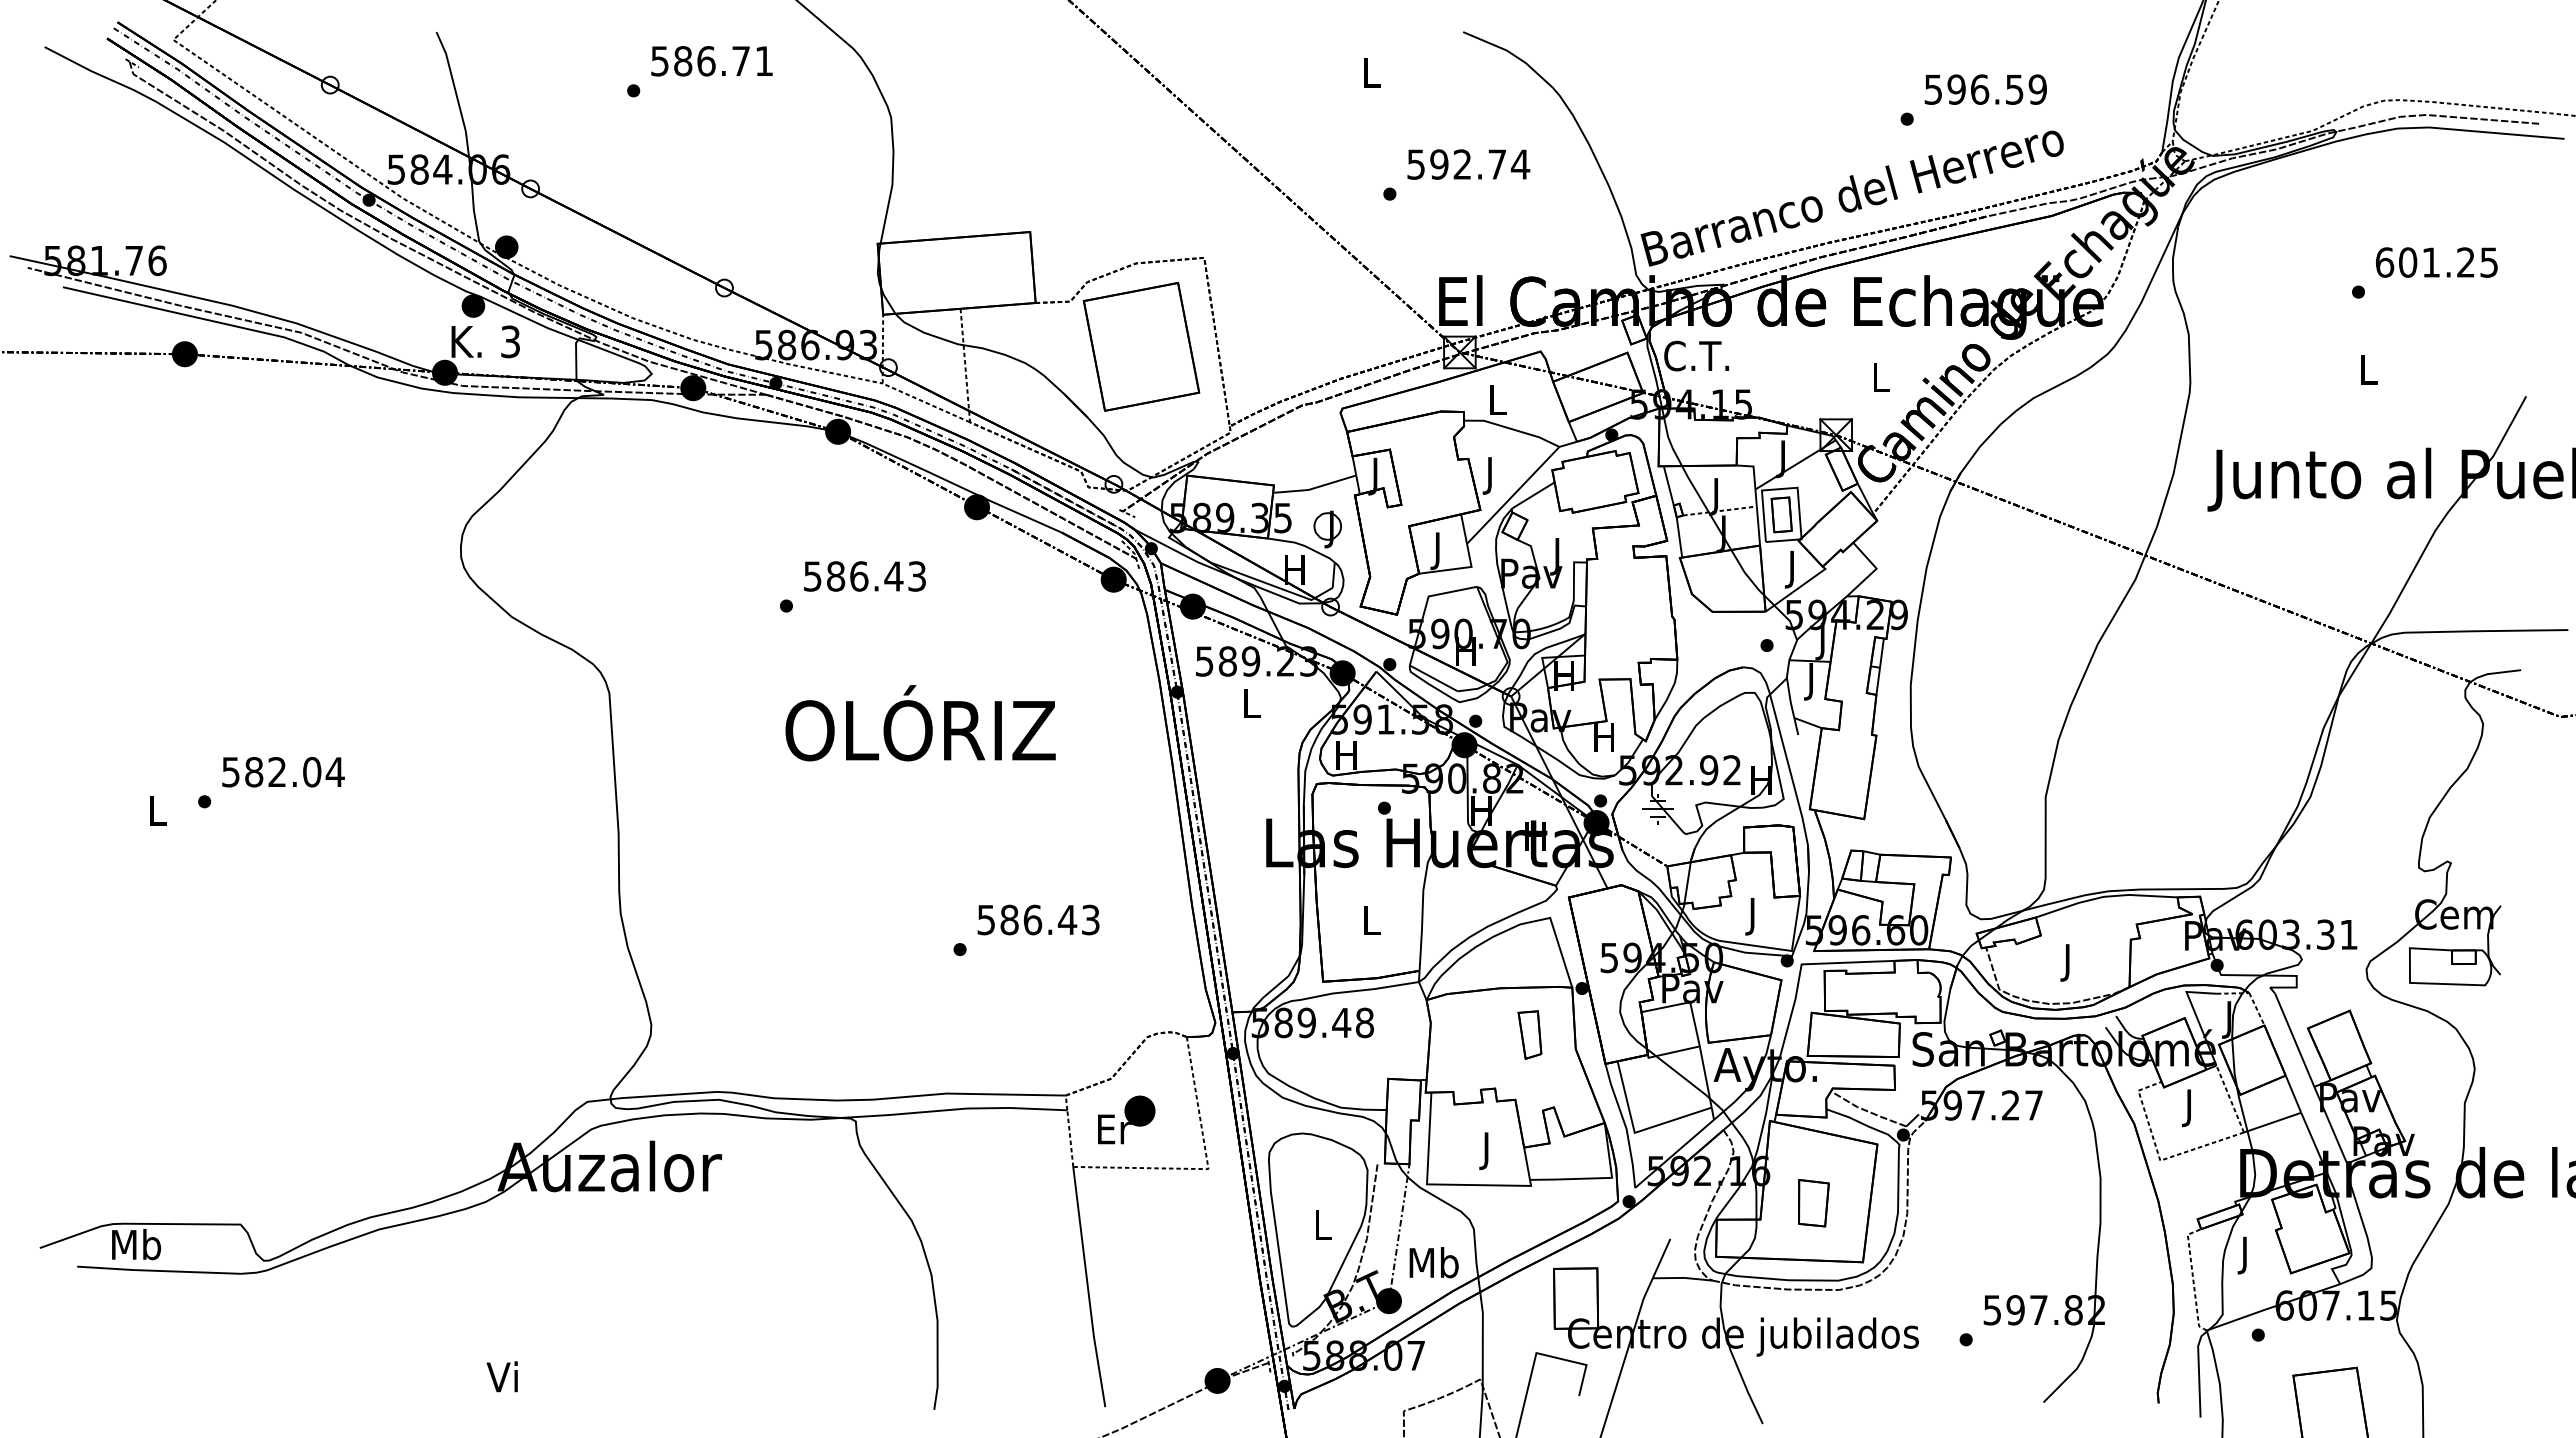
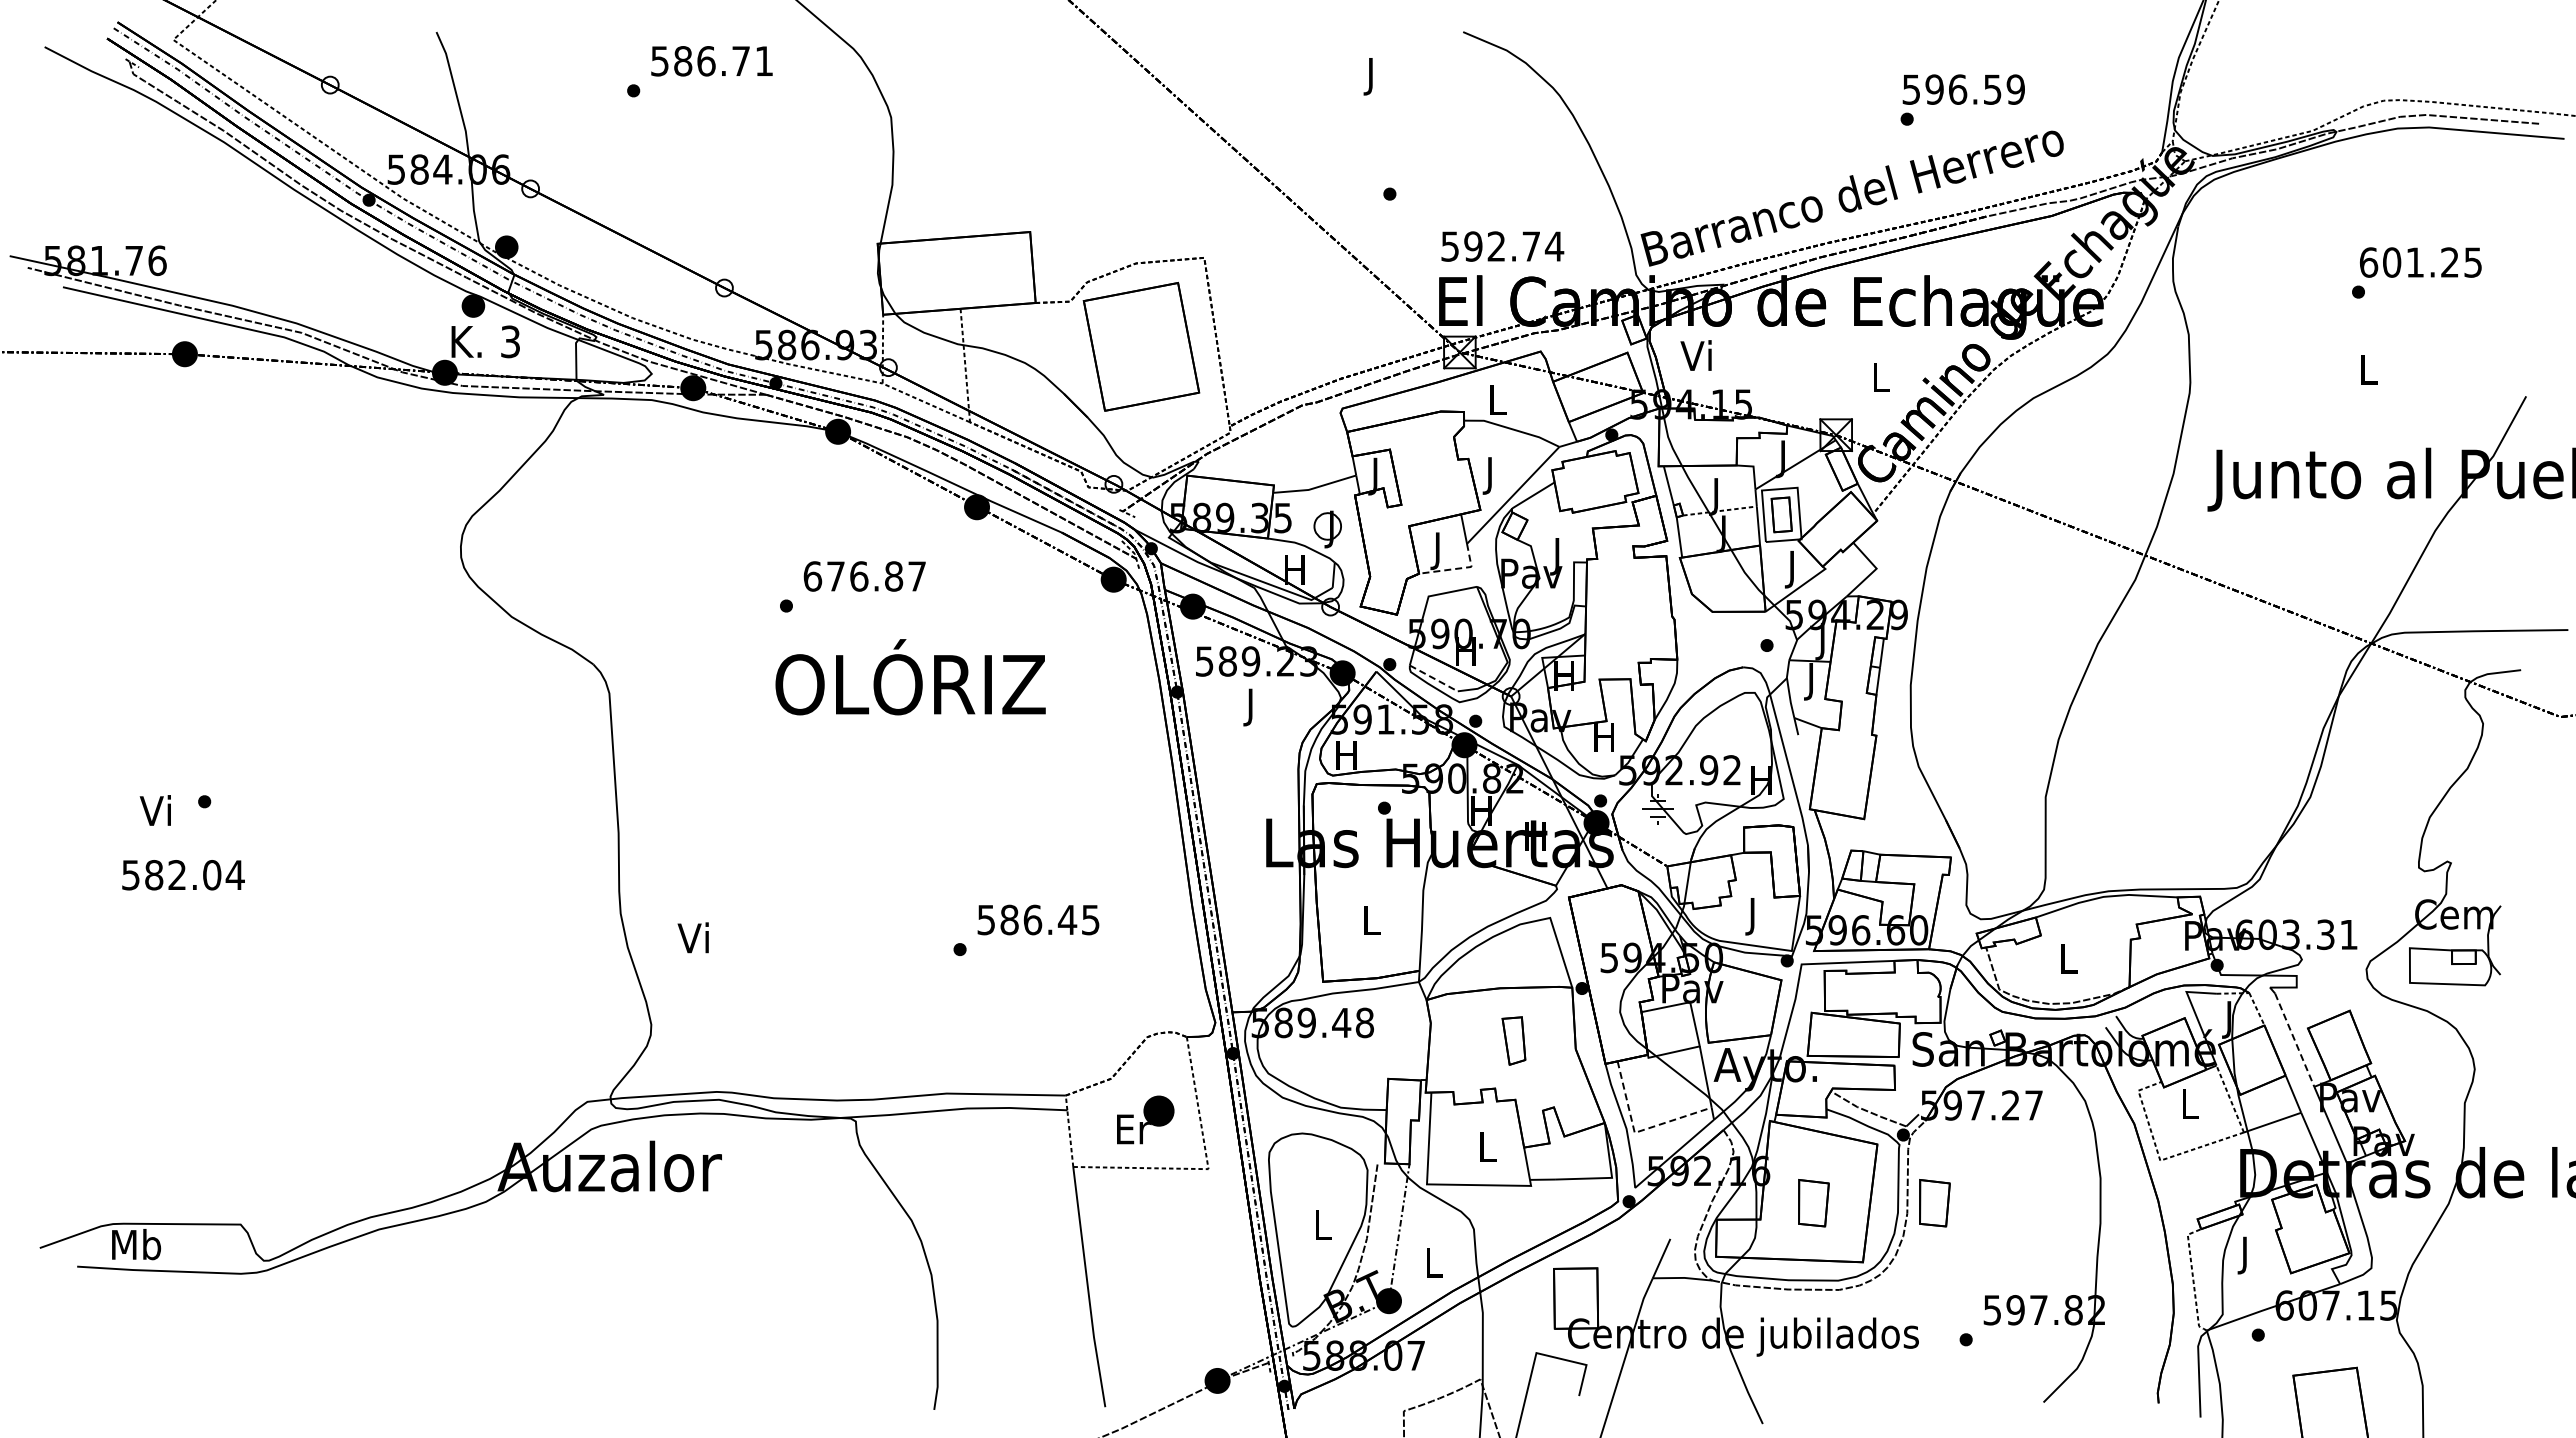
text at (1371, 76): L -> J
text at (1985, 89) position: (1985, 89) -> (1963, 89)
text at (1468, 164) position: (1468, 164) -> (1502, 246)
text at (2436, 262) position: (2436, 262) -> (2420, 262)
text at (1696, 355): C.T. -> Vi
line at (1457, 568): solid -> dashed
text at (864, 576): 586.43 -> 676.87
line at (1434, 678): solid -> dashed
text at (1251, 707): L -> J
text at (920, 723) position: (920, 723) -> (910, 677)
text at (283, 772) position: (283, 772) -> (183, 875)
text at (154, 810): L -> Vi
text at (1090, 919): 586.43 -> 586.45
text at (2068, 962): J -> L
part at (1529, 1034) position: (1529, 1034) -> (1513, 1040)
line at (2294, 1040): solid -> dashed
text at (2190, 1108): J -> L
part at (1126, 1119) position: (1126, 1119) -> (1145, 1119)
line at (1637, 1131): solid -> dashed
text at (1487, 1151): J -> L
part at (1934, 1203): none -> present
text at (1433, 1262): Mb -> L
text at (501, 1376) position: (501, 1376) -> (692, 937)
